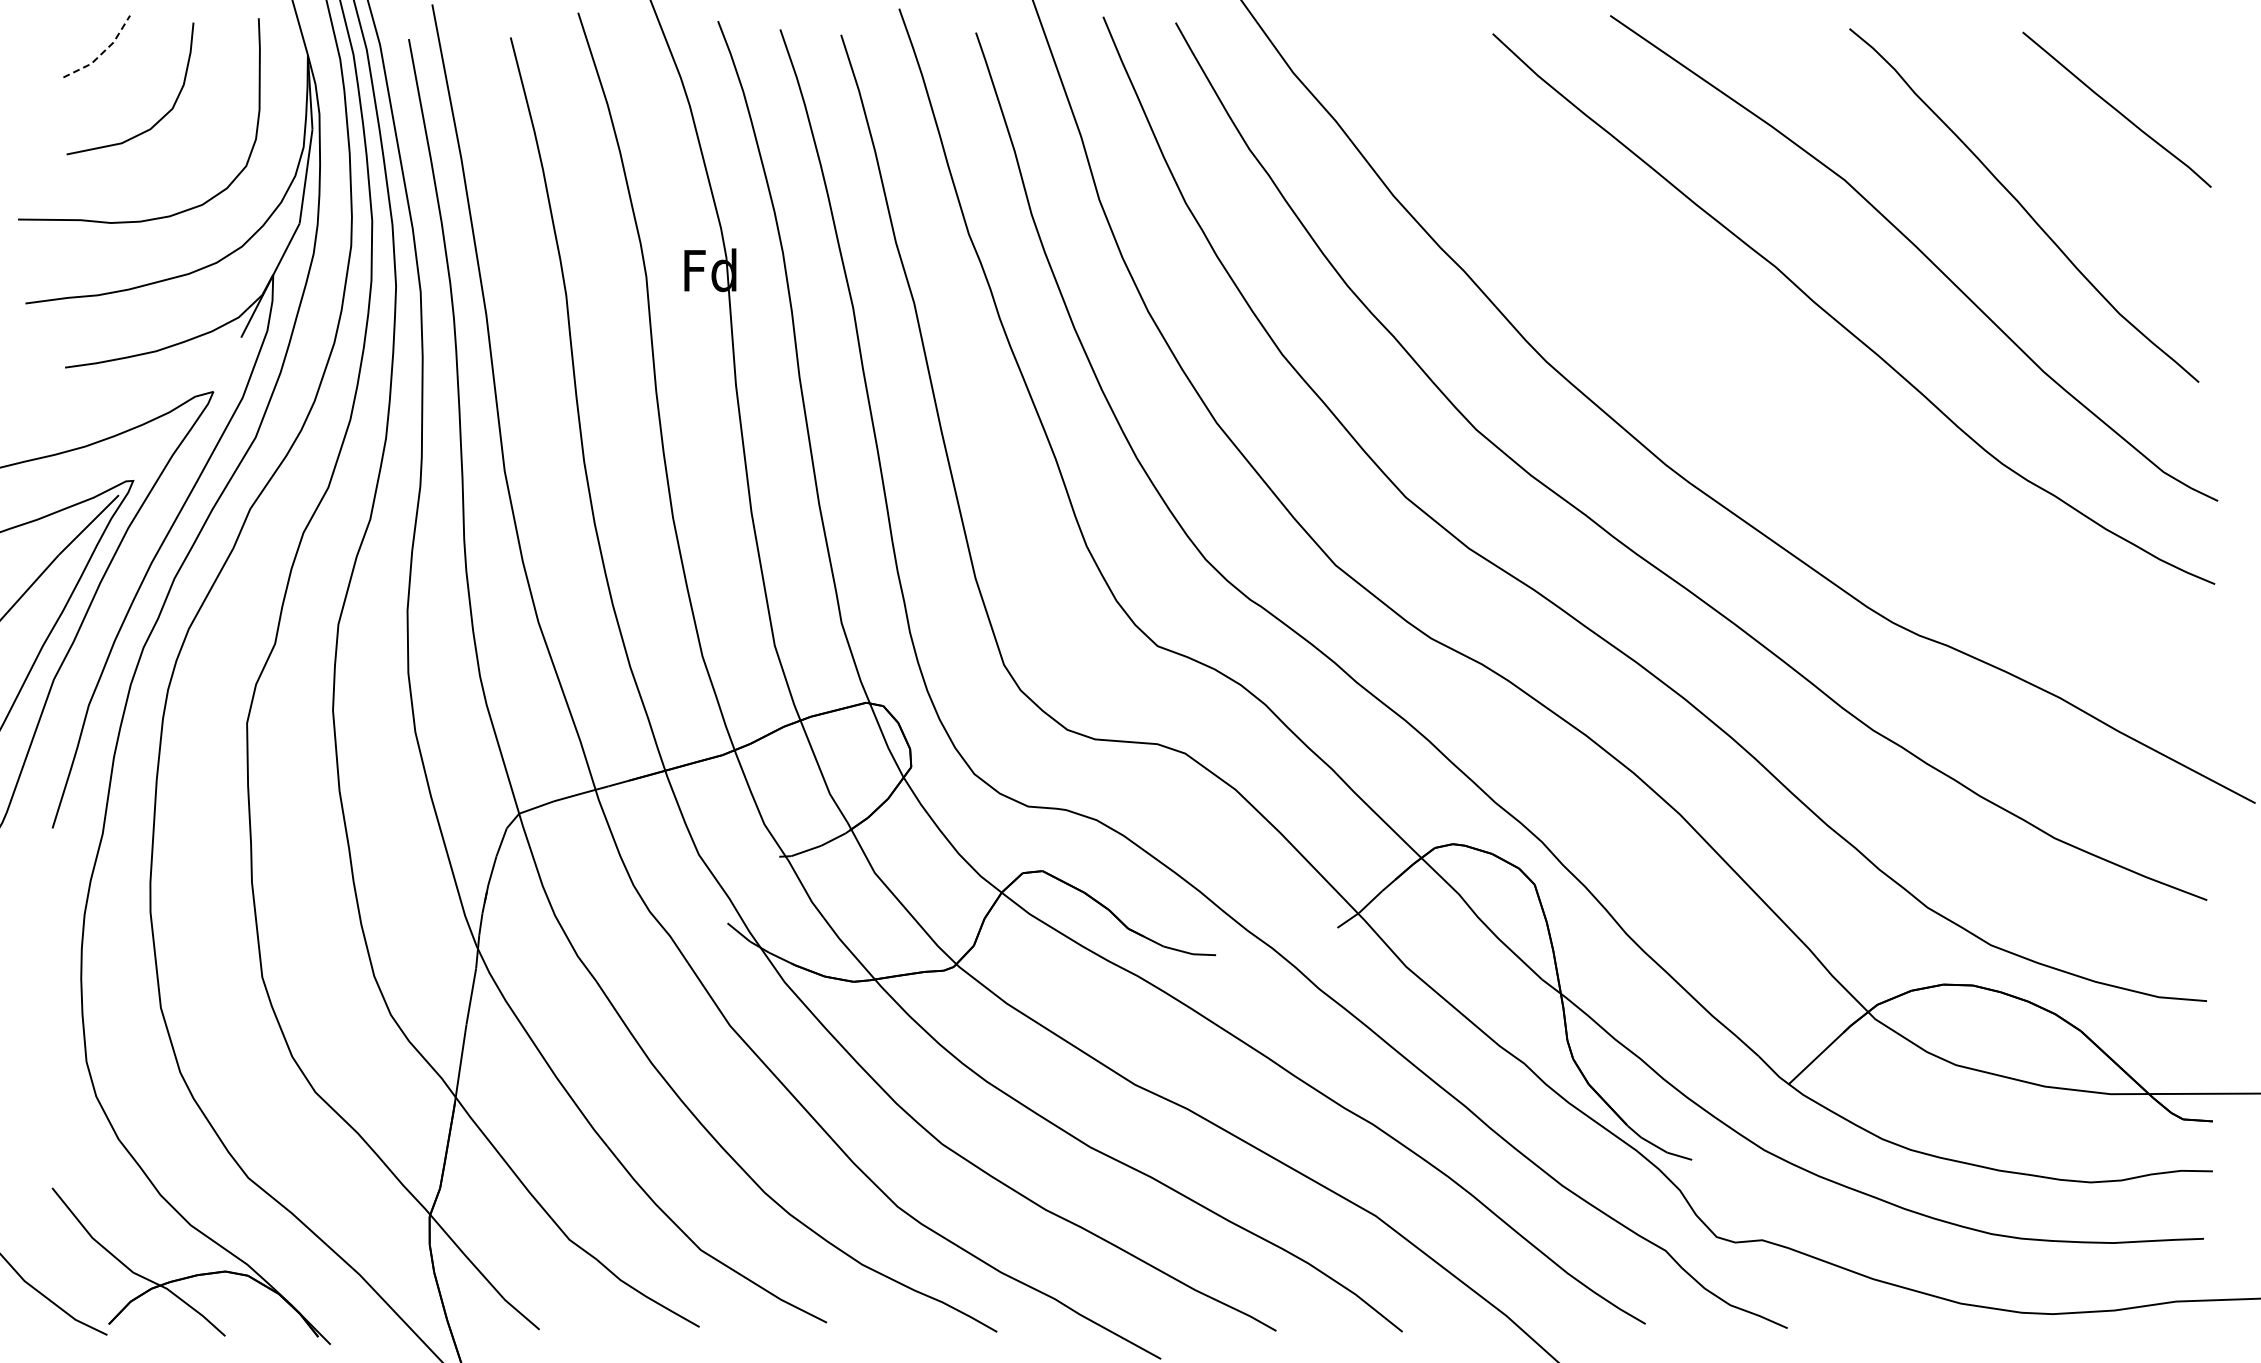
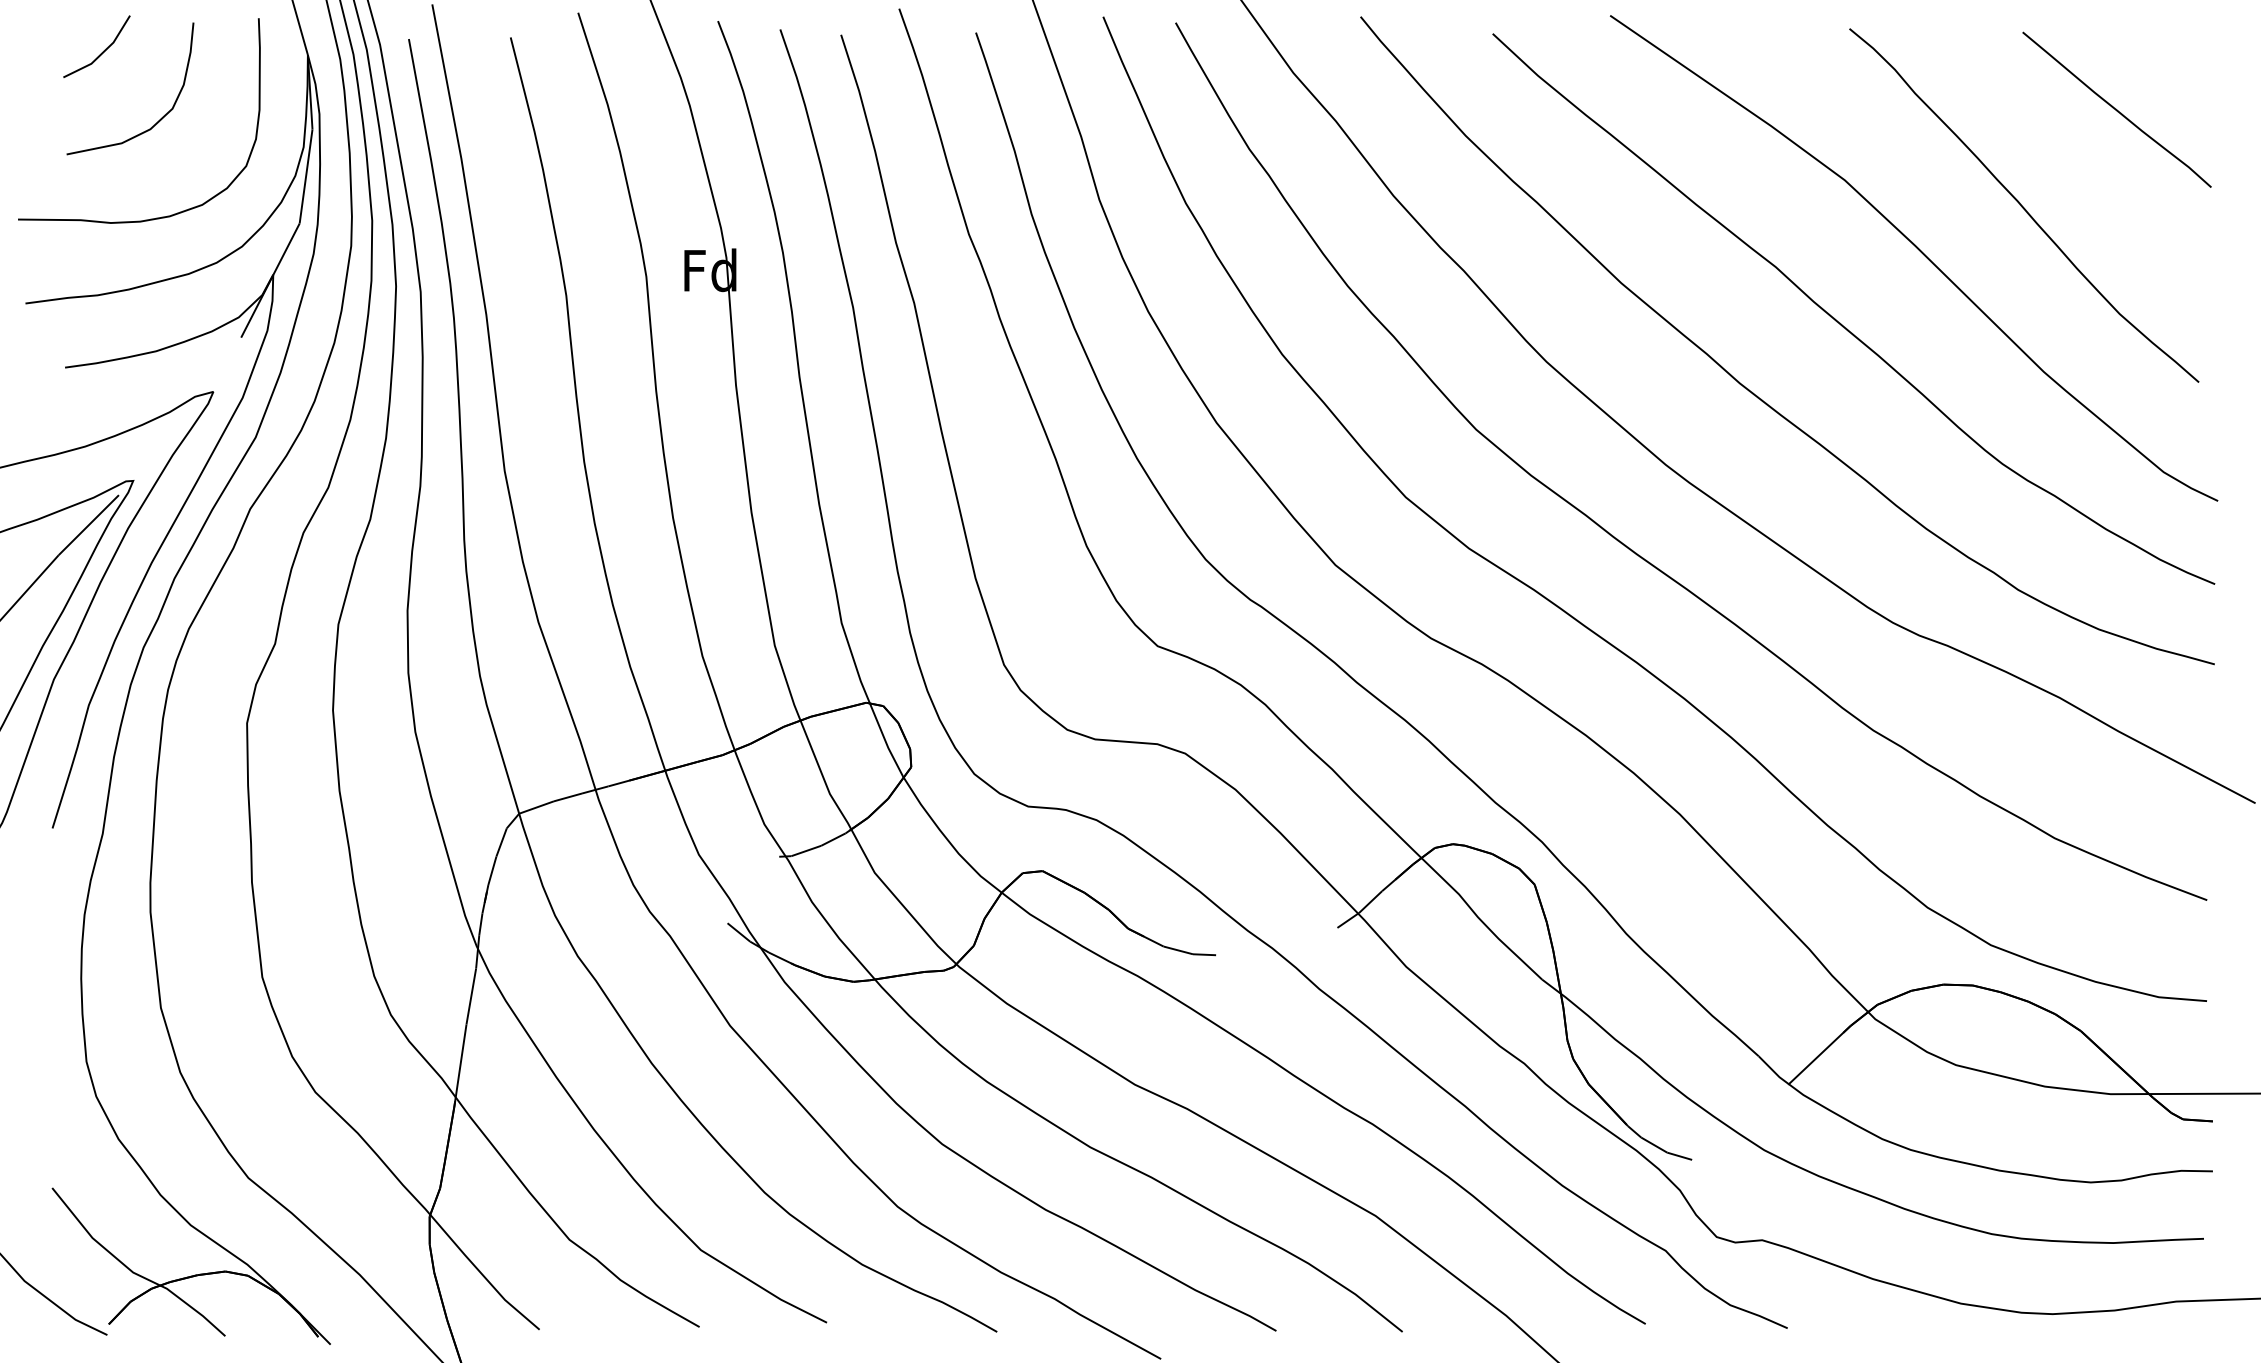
line at (102, 52): dashed -> solid
curve at (1748, 388): none -> present
